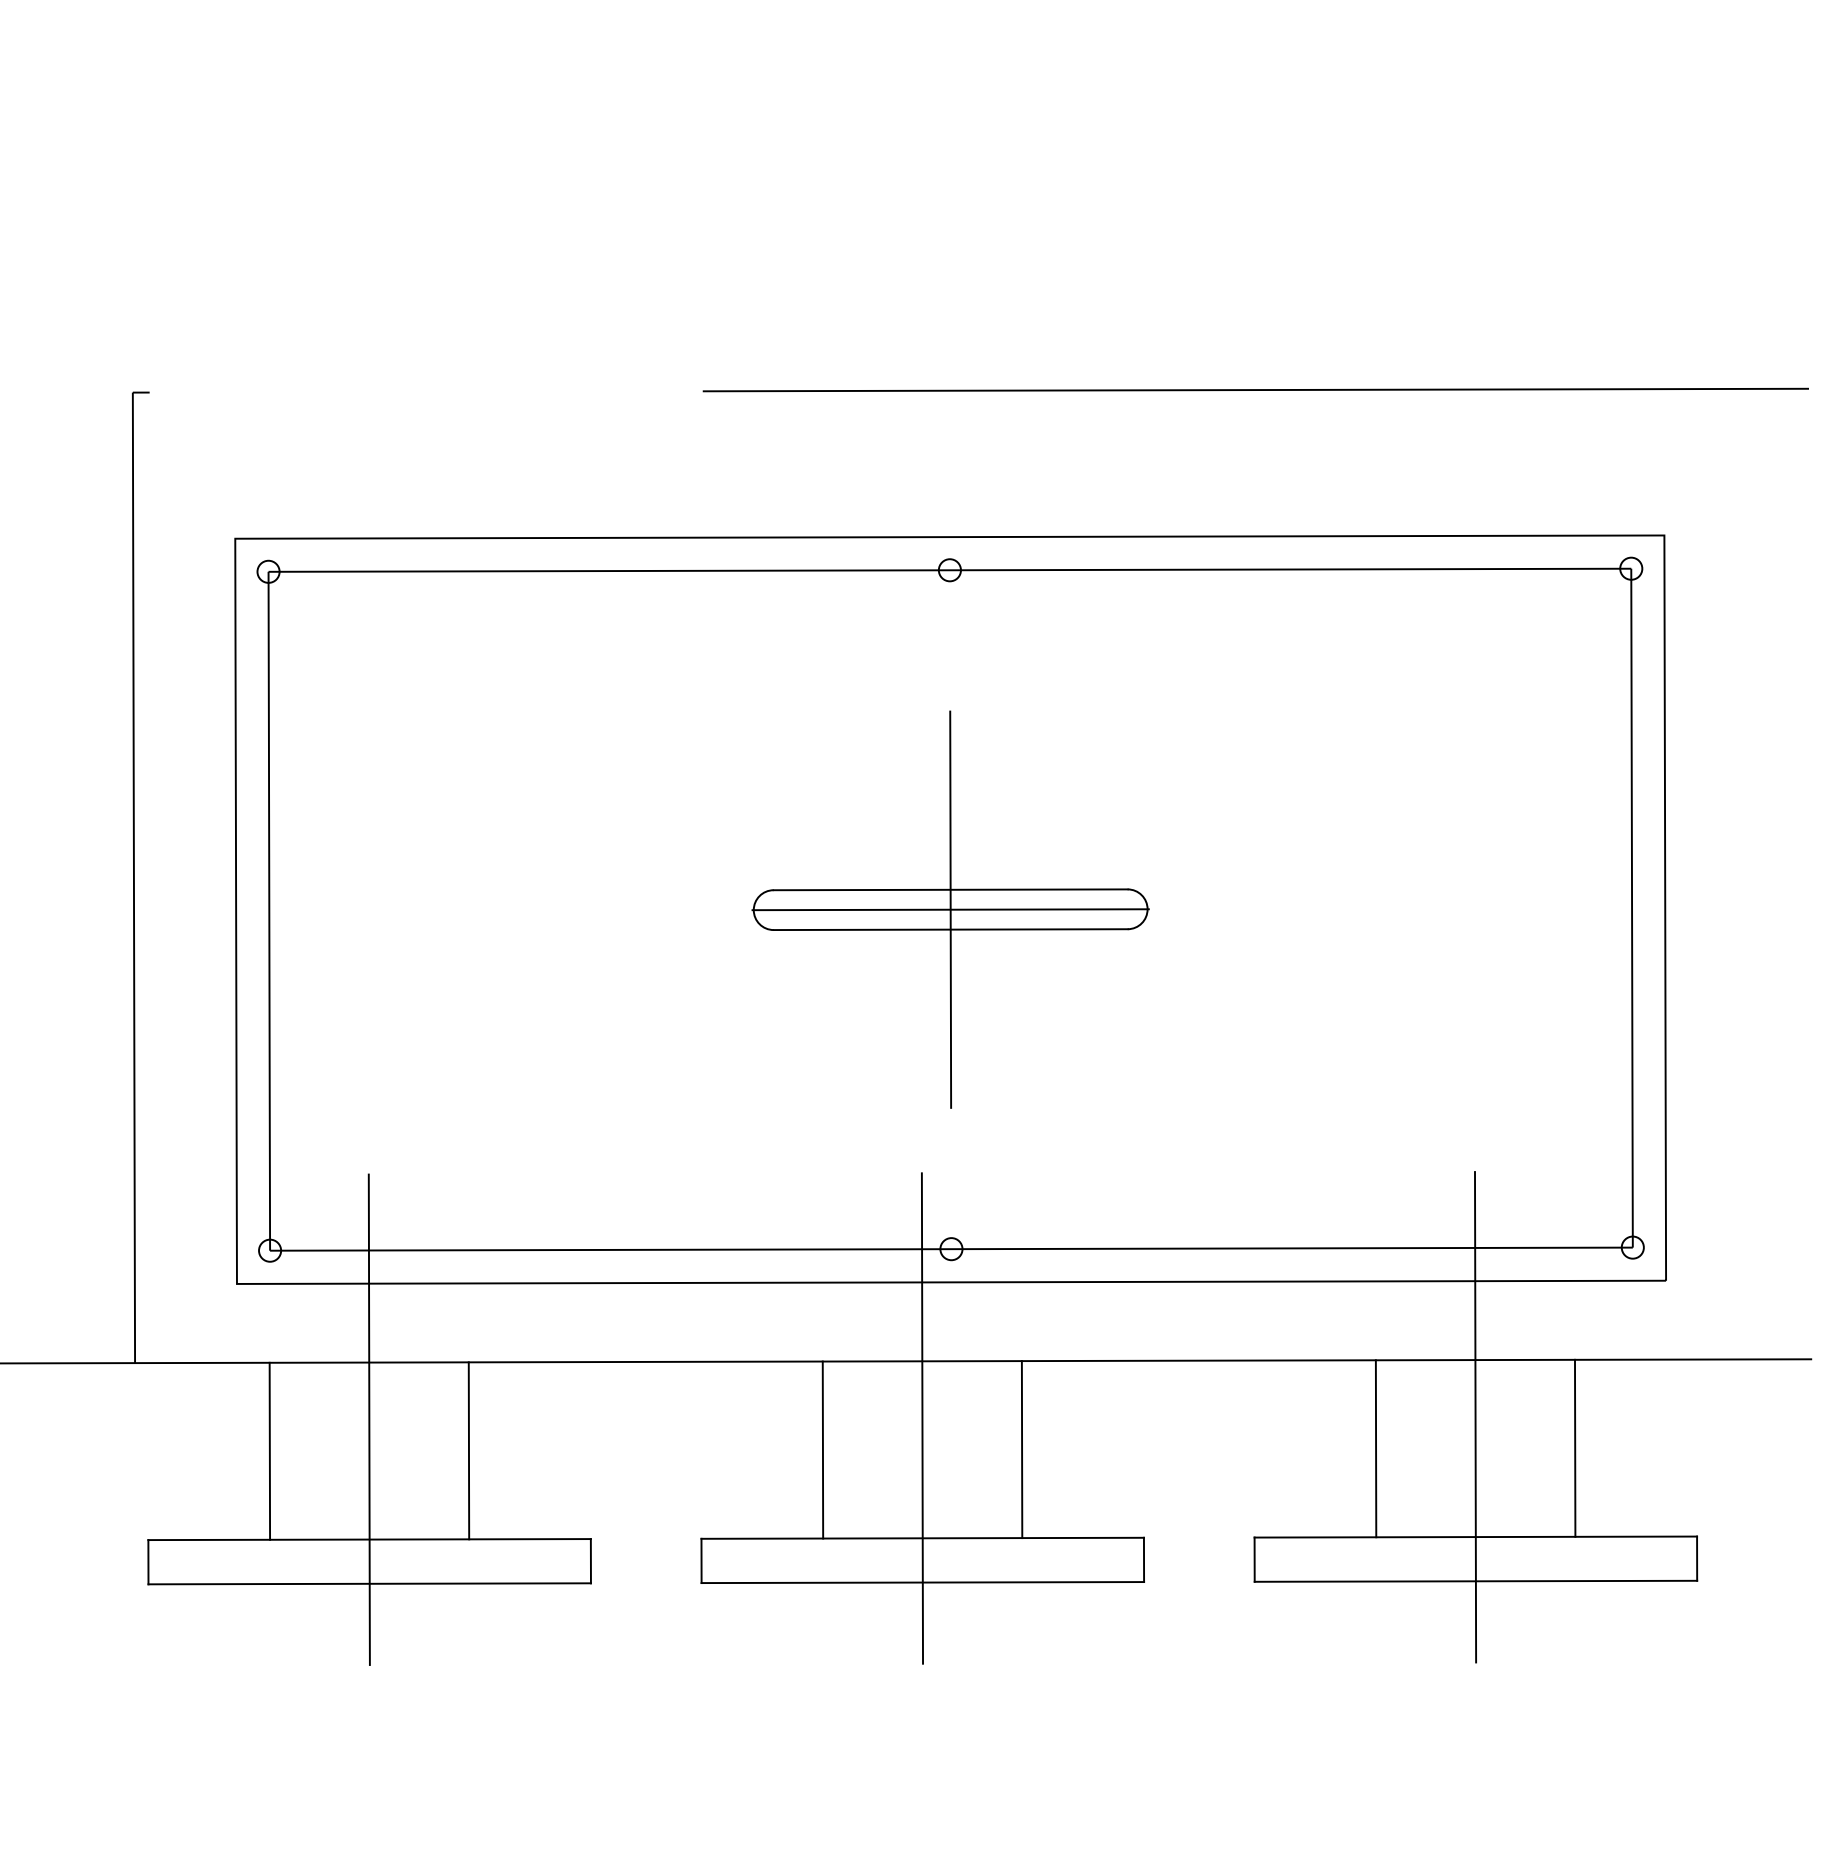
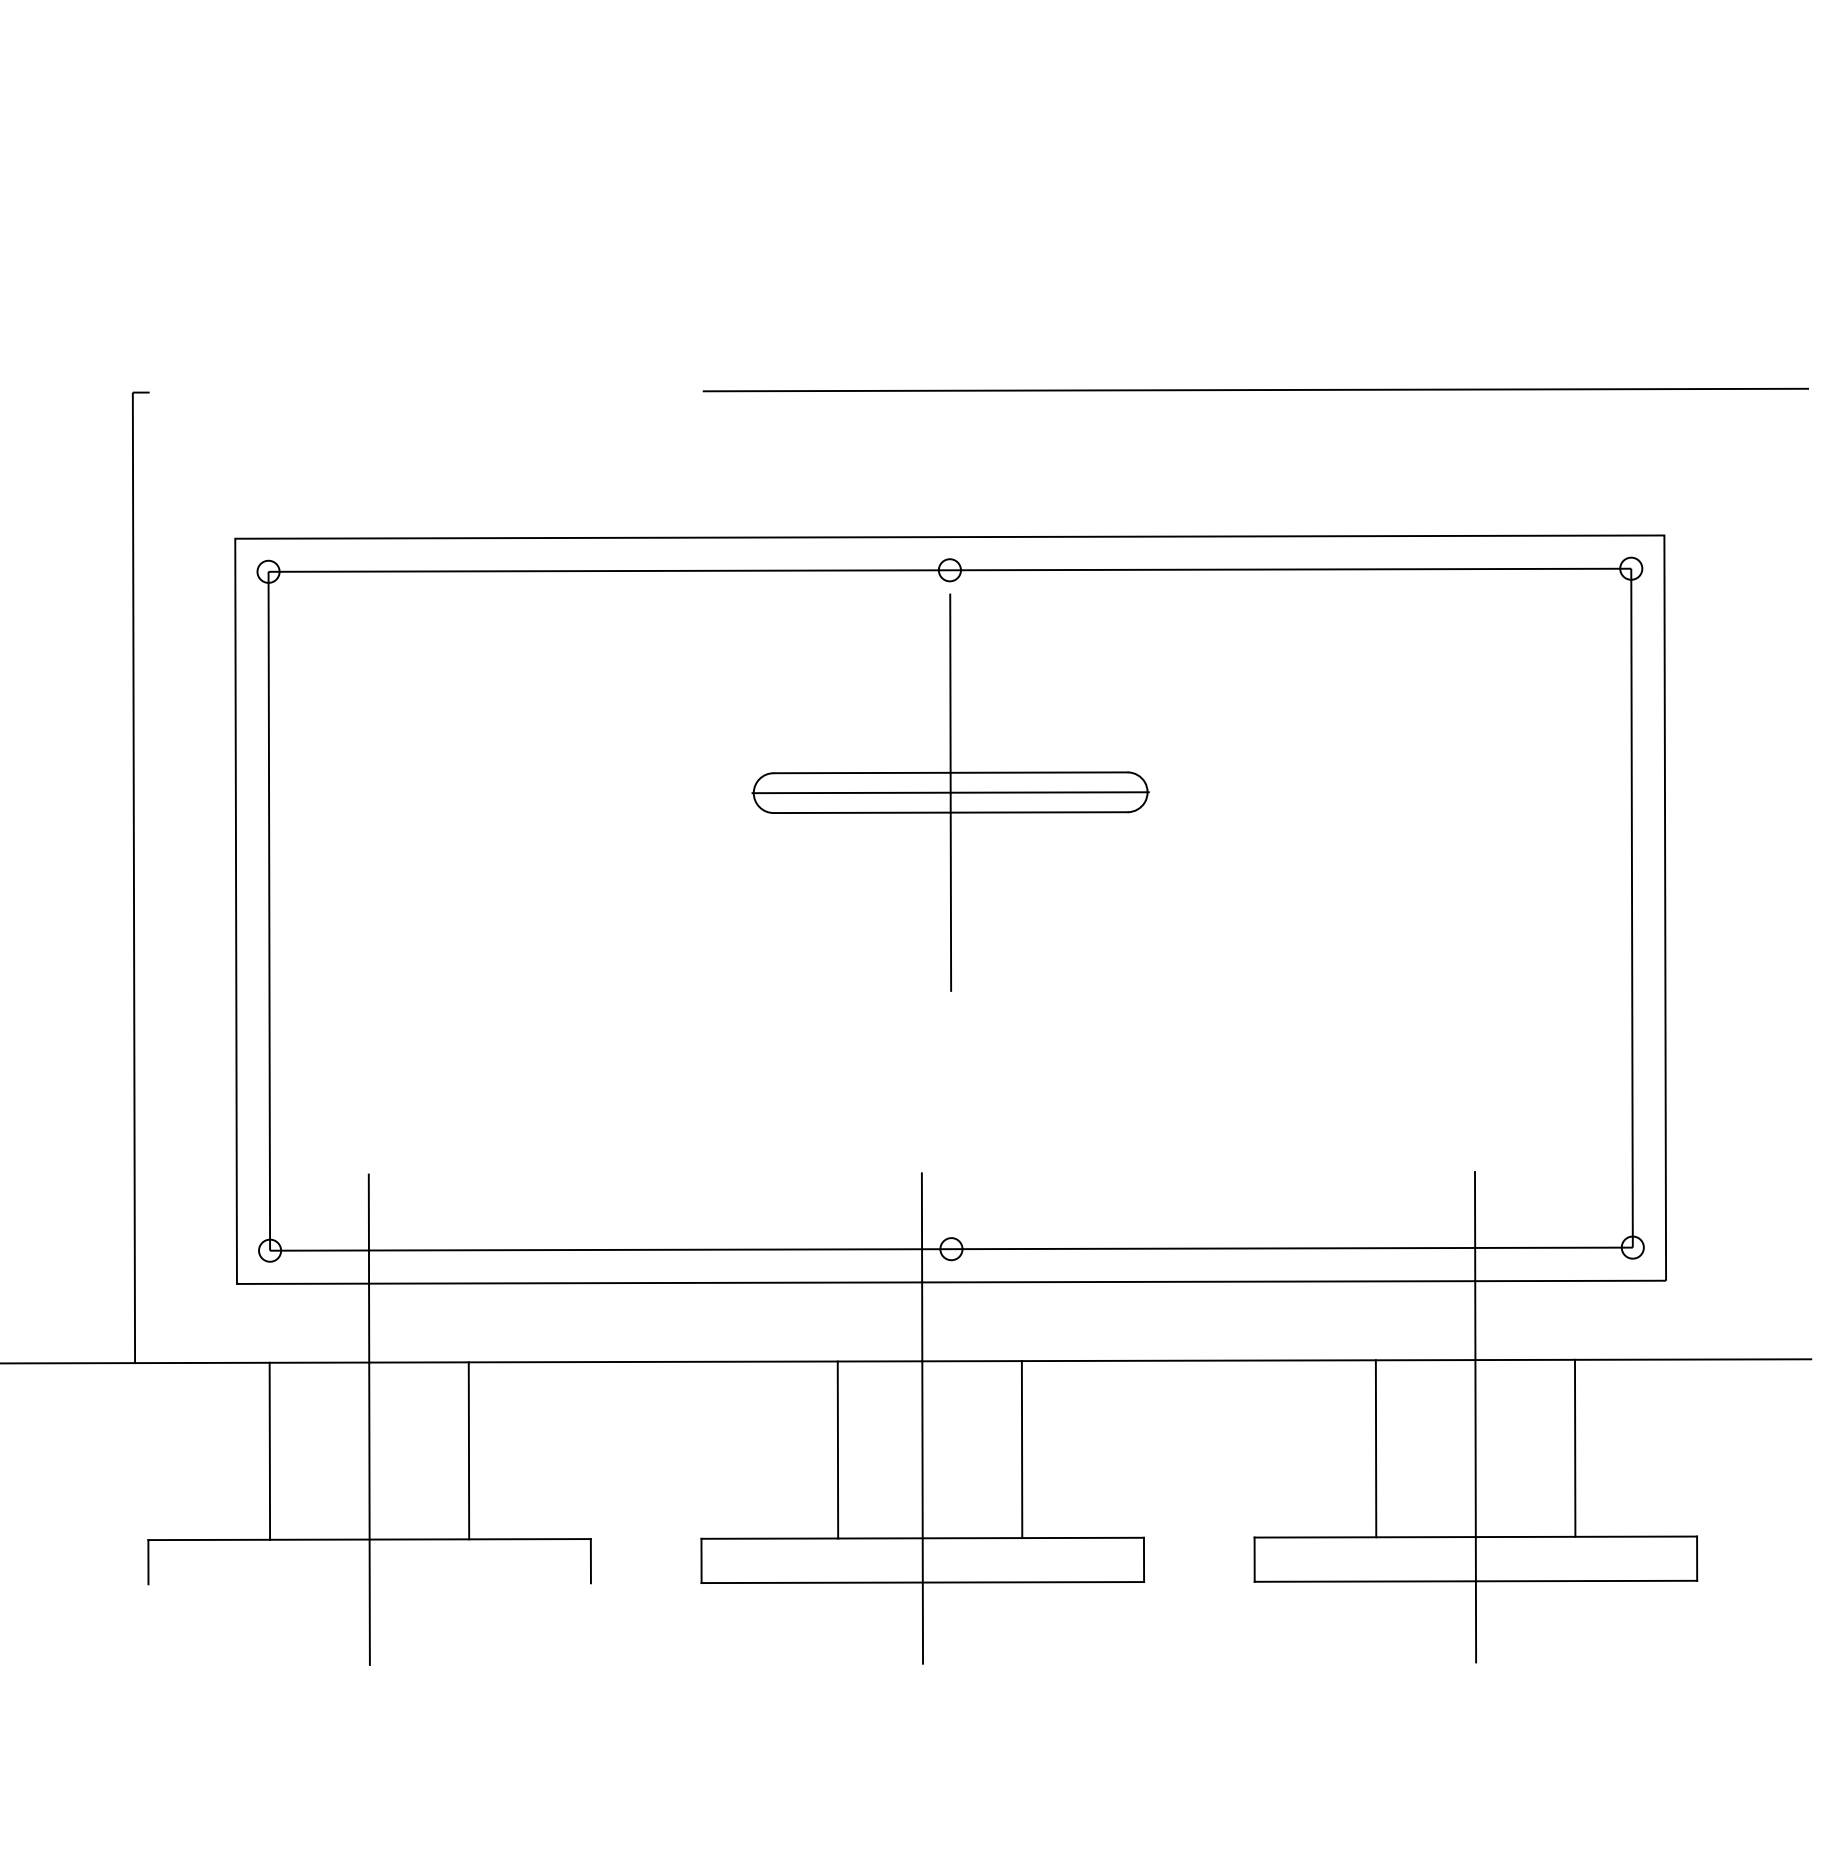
part at (950, 909) position: (950, 909) -> (950, 792)
line at (822, 1449) position: (822, 1449) -> (837, 1449)
line at (369, 1583): present -> none
